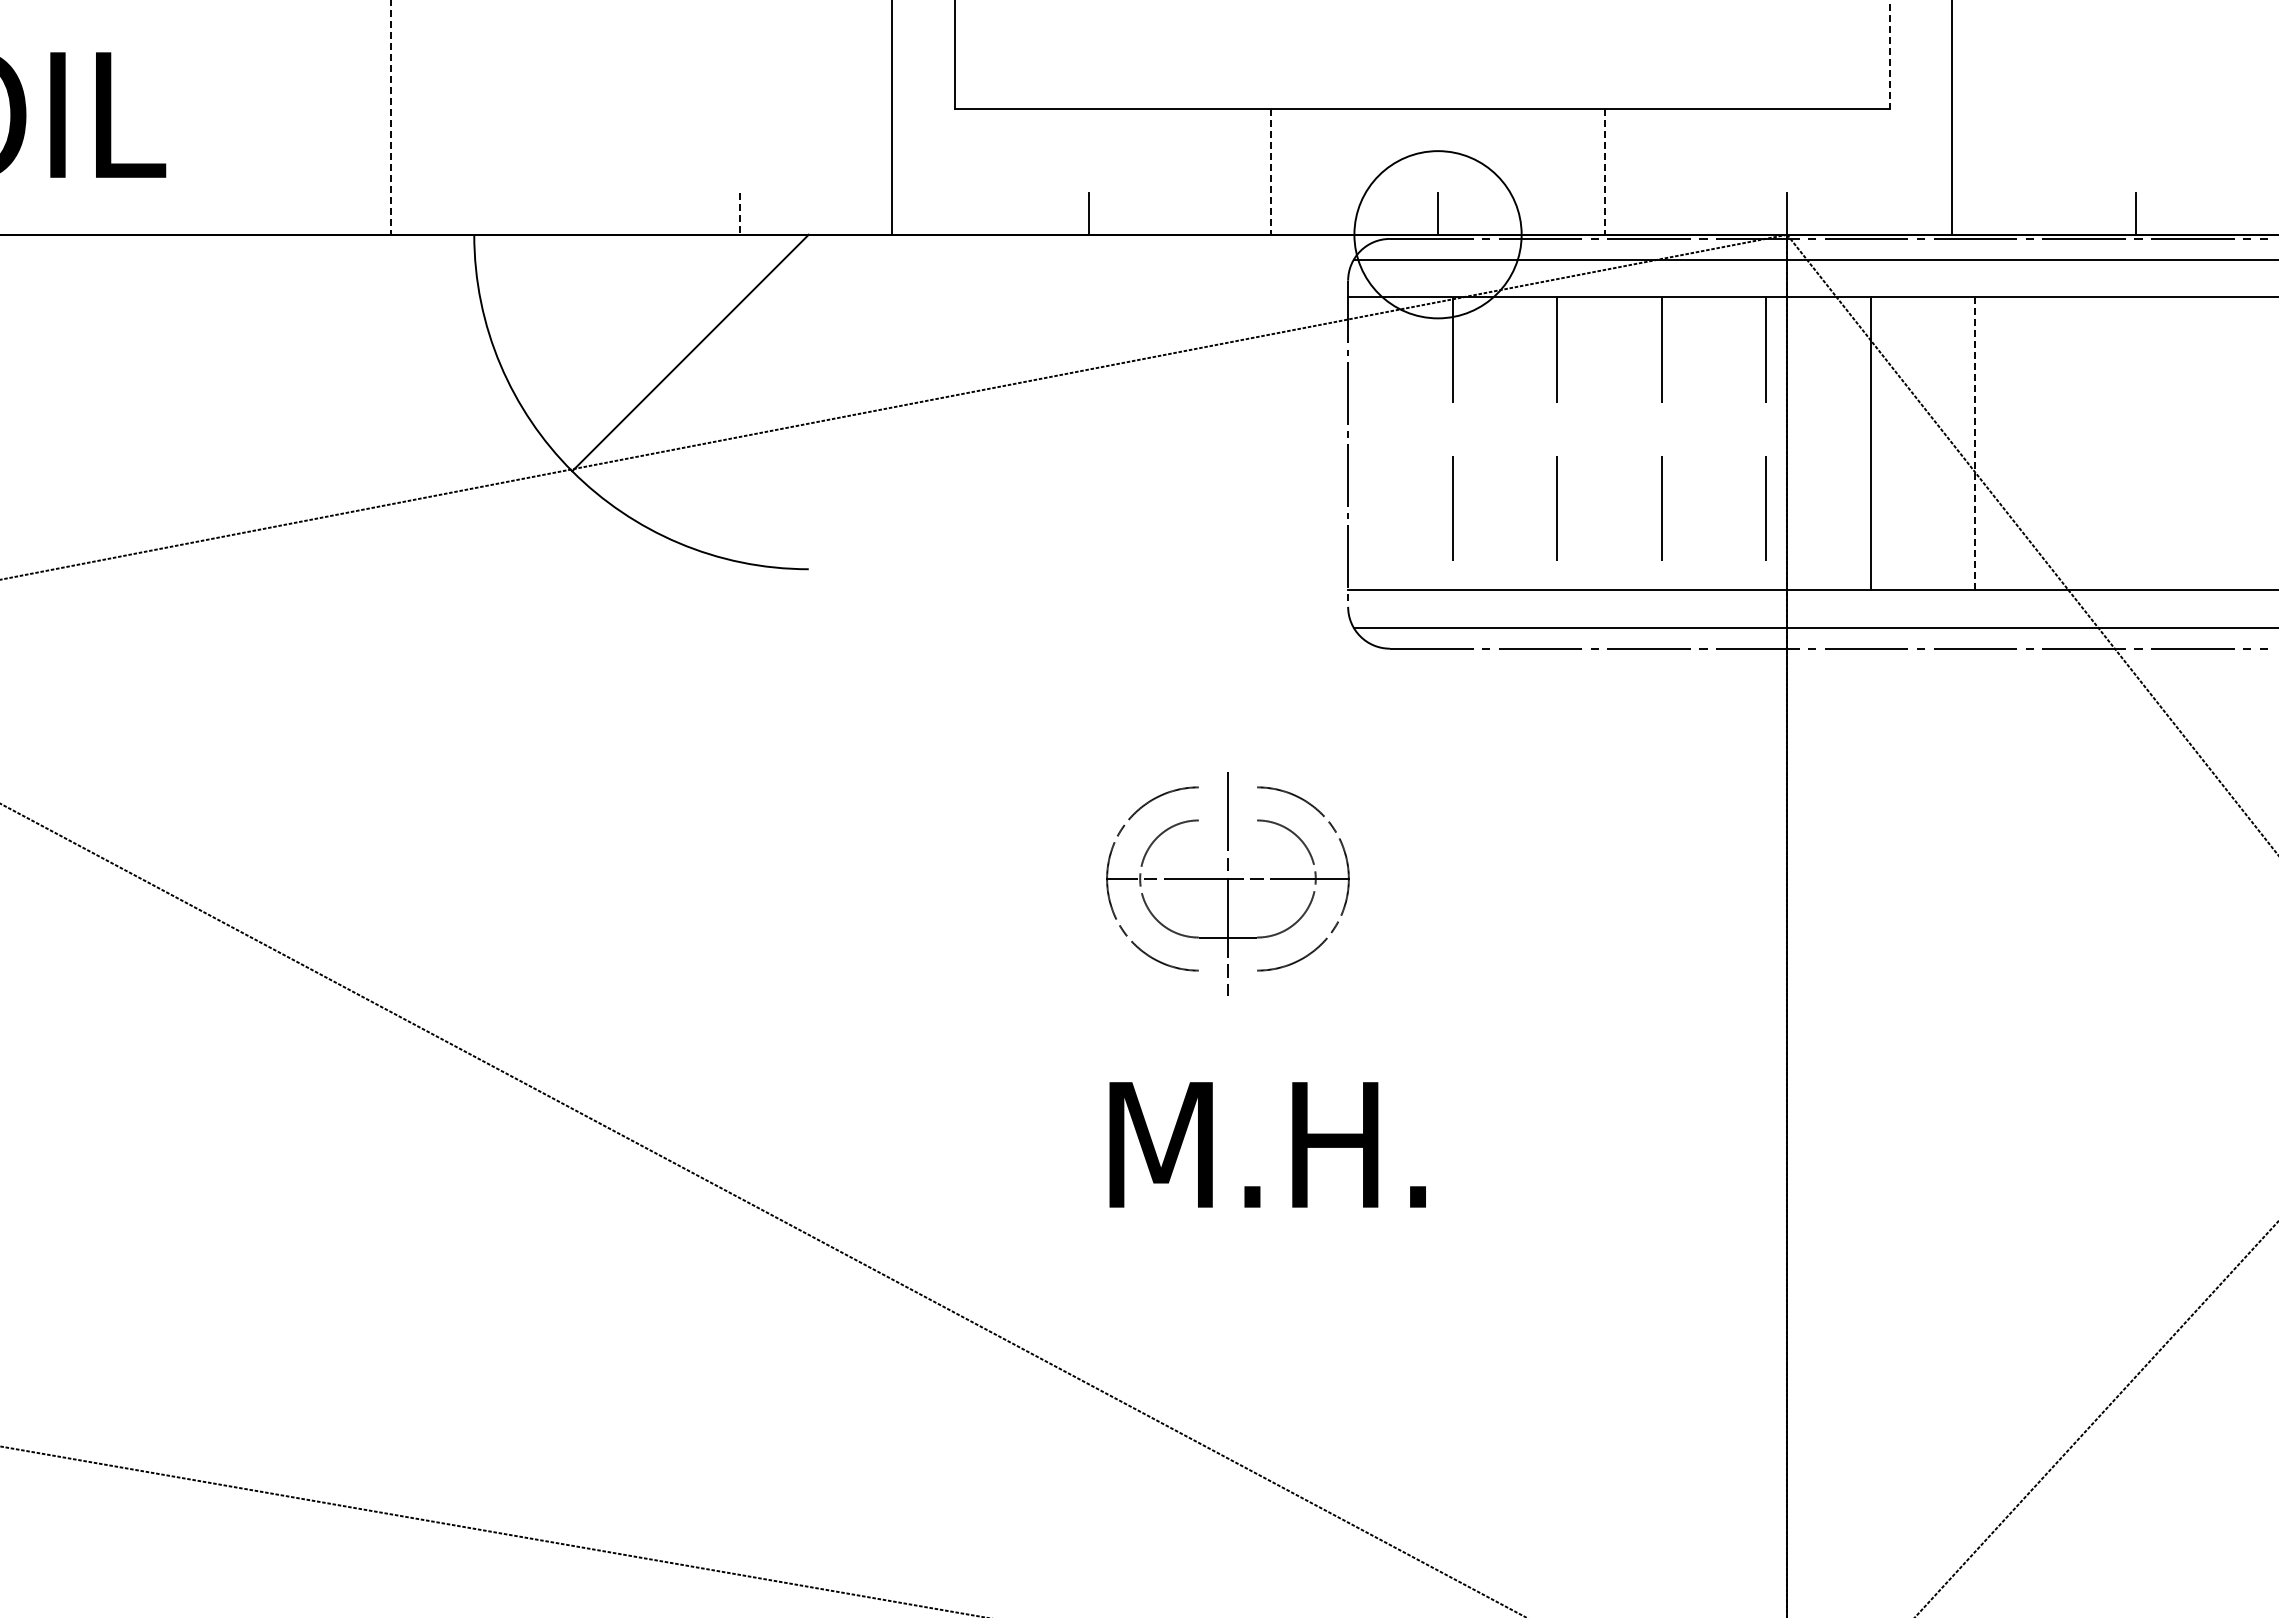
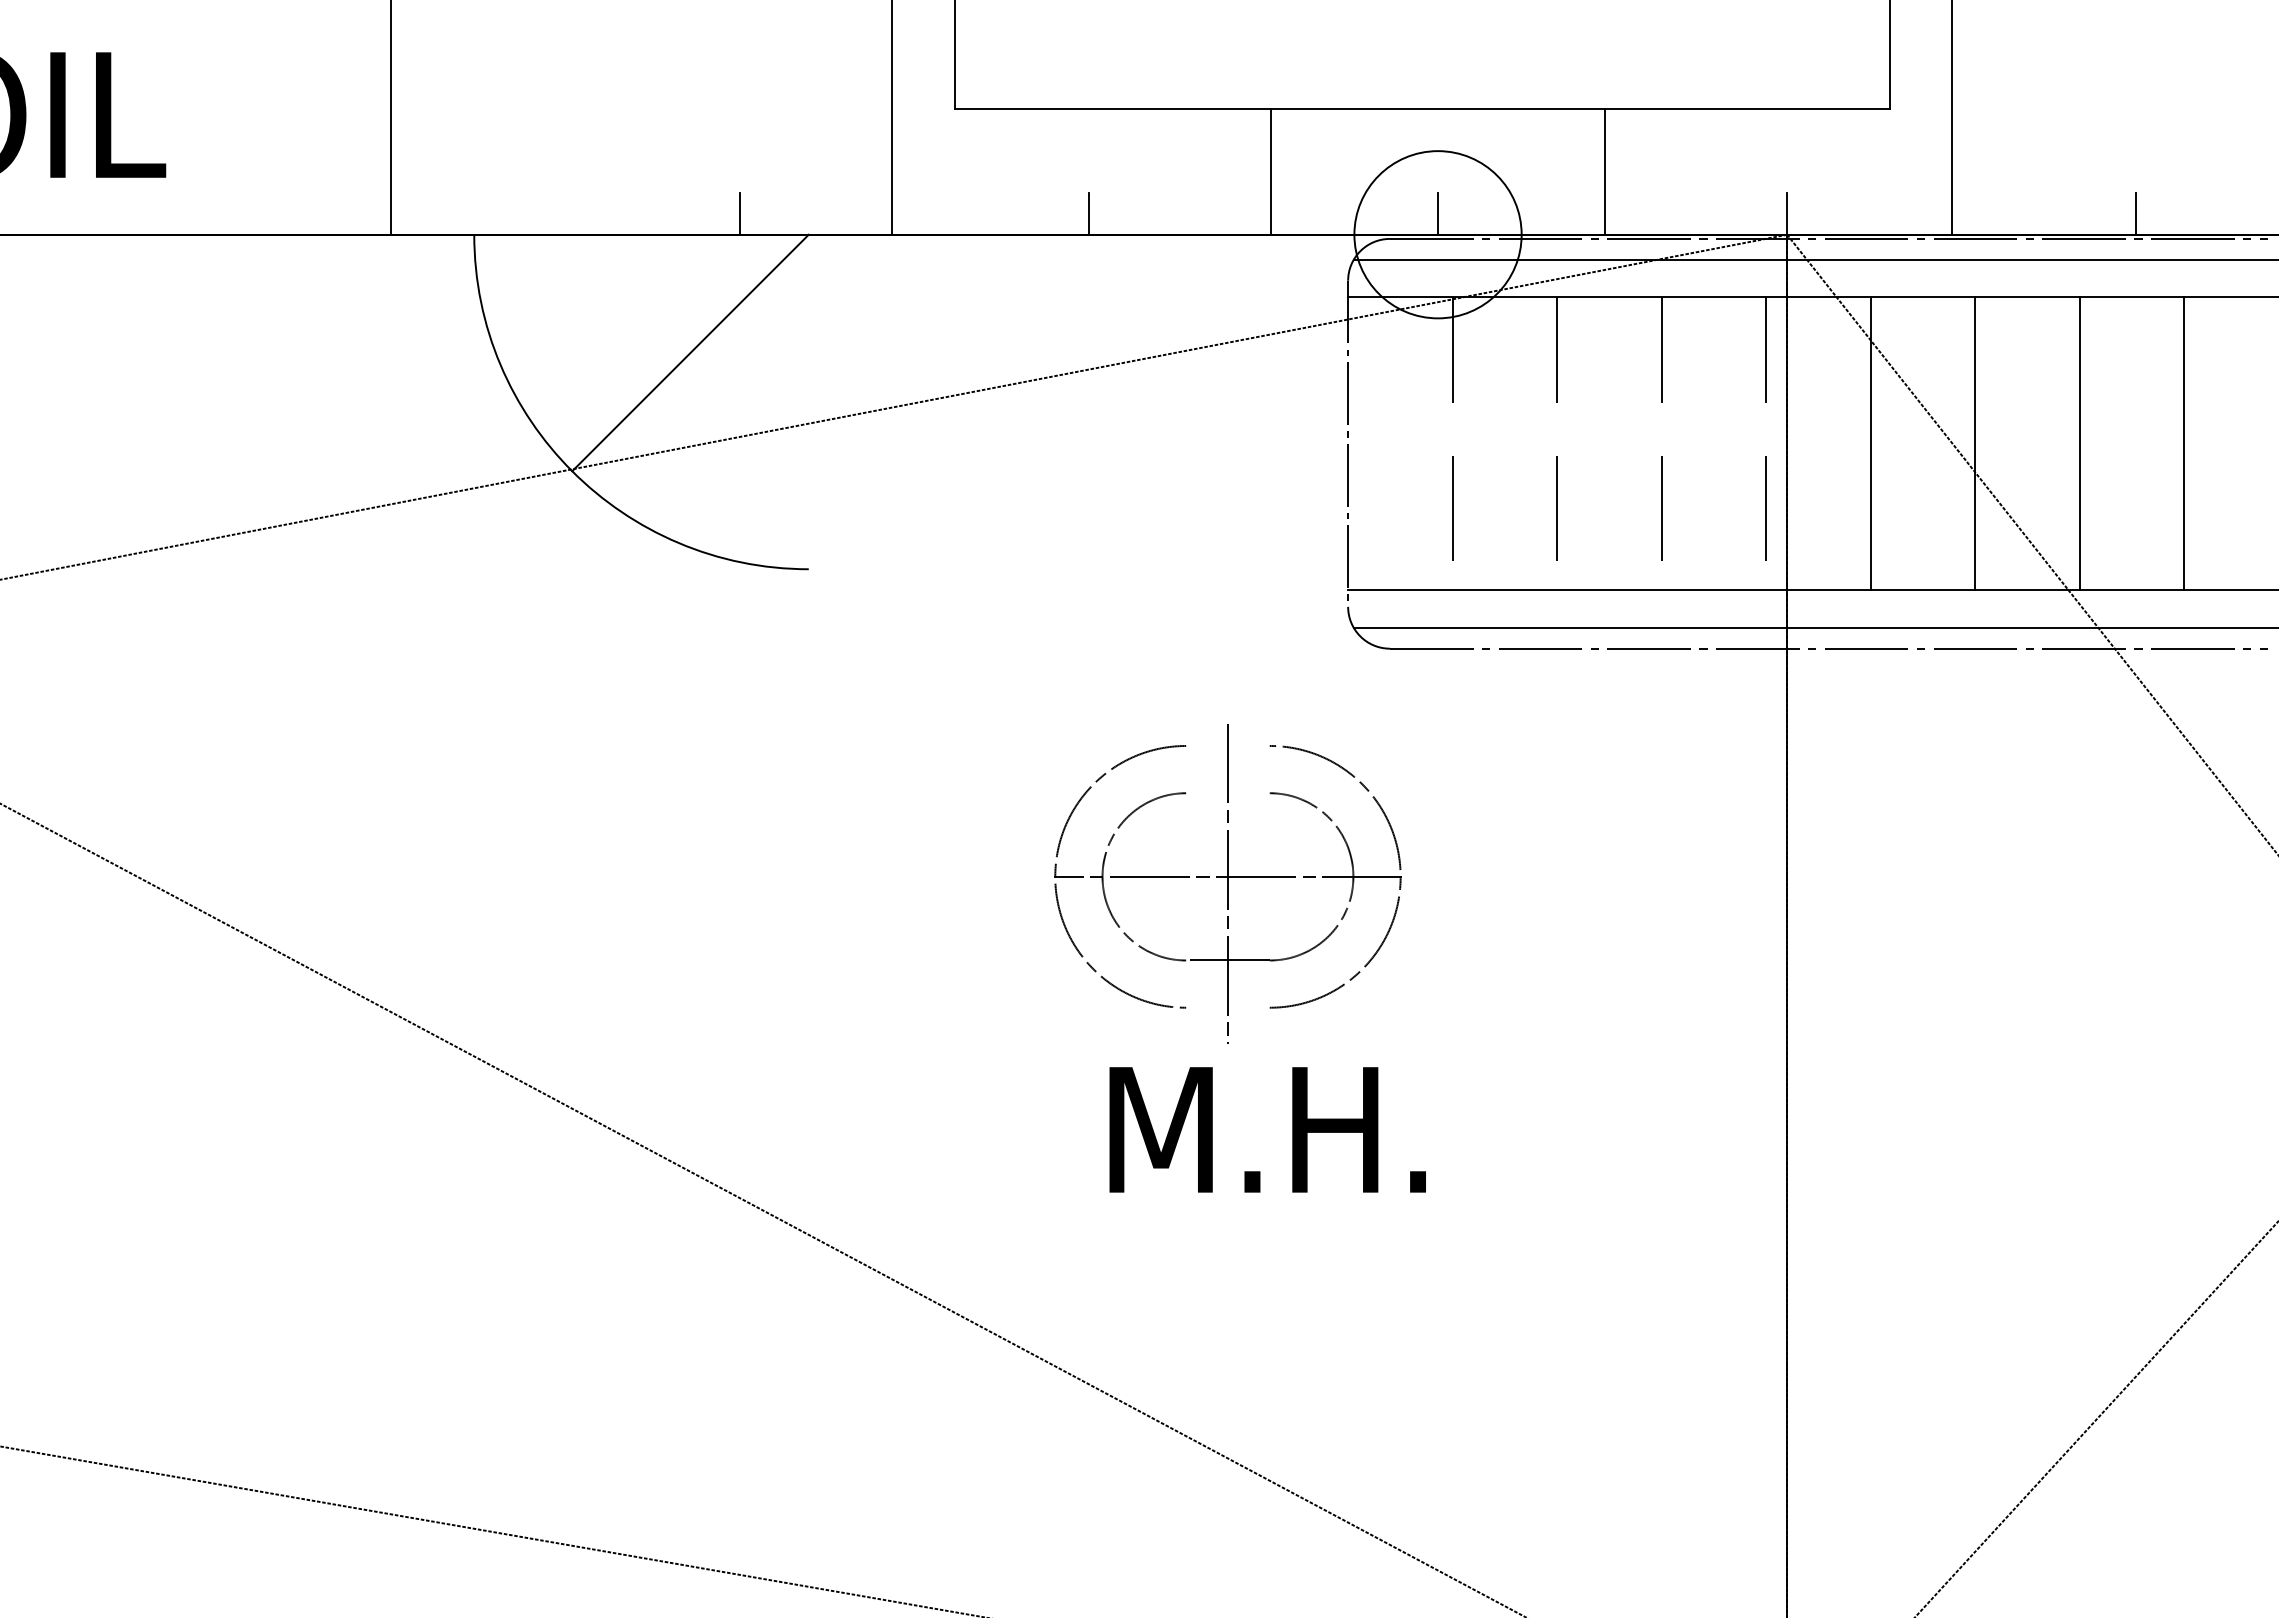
line at (1889, 55): dashed -> solid
line at (390, 118): dashed -> solid
line at (1270, 172): dashed -> solid
line at (1605, 172): dashed -> solid
line at (739, 213): dashed -> solid
line at (2079, 443): none -> present
line at (2184, 443): none -> present
line at (1975, 444): dashed -> solid
part at (1227, 883) size: 244x224 px -> 348x320 px
text at (1267, 1144) position: (1267, 1144) -> (1267, 1129)
